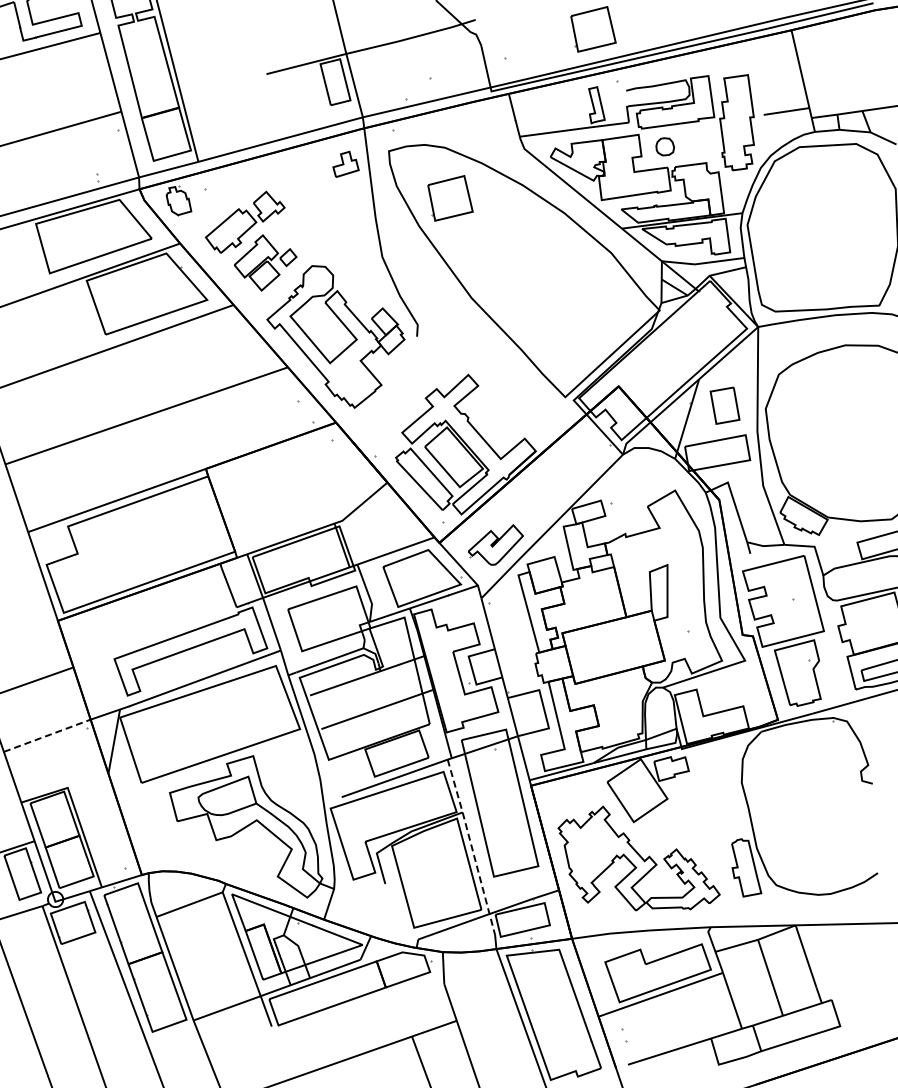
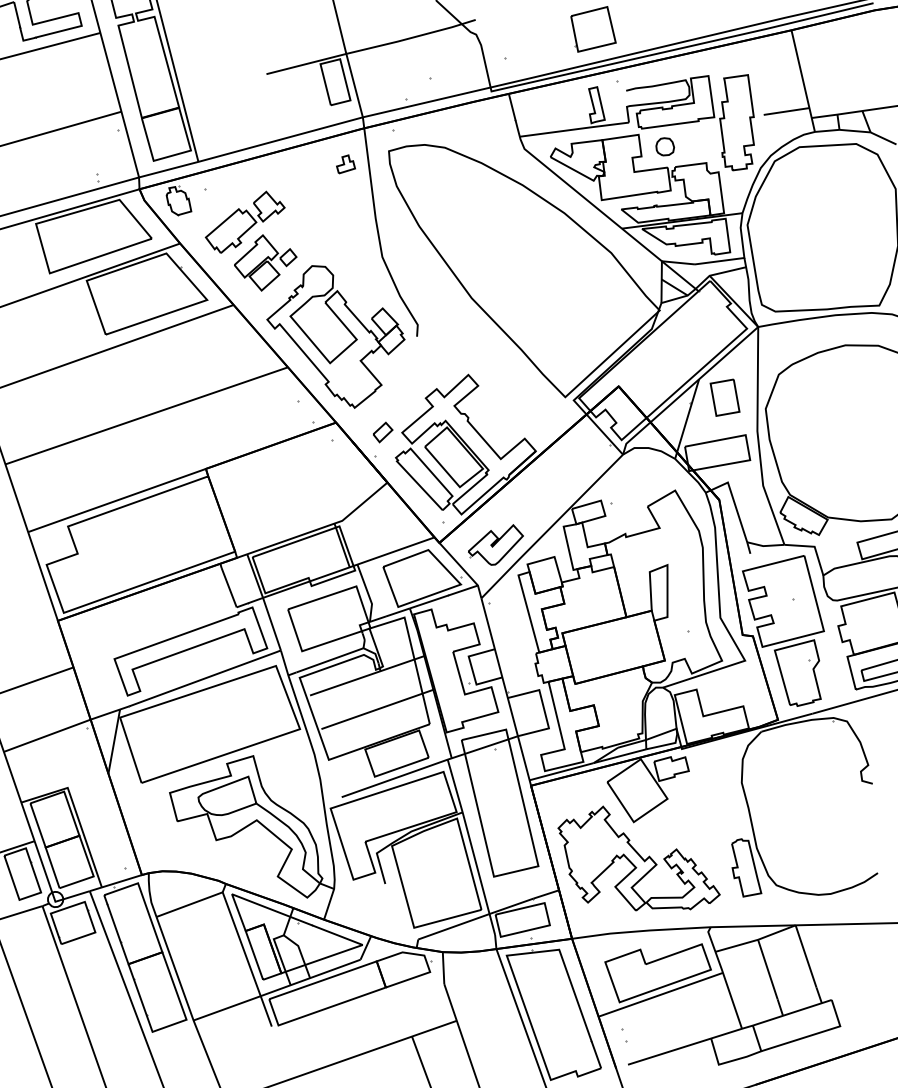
part at (345, 163) size: 28x28 px -> 20x21 px
part at (450, 198): present -> none
part at (724, 405) position: (724, 405) -> (724, 397)
part at (383, 432): none -> present
line at (47, 735): dashed -> solid
line at (472, 847): dashed -> solid
